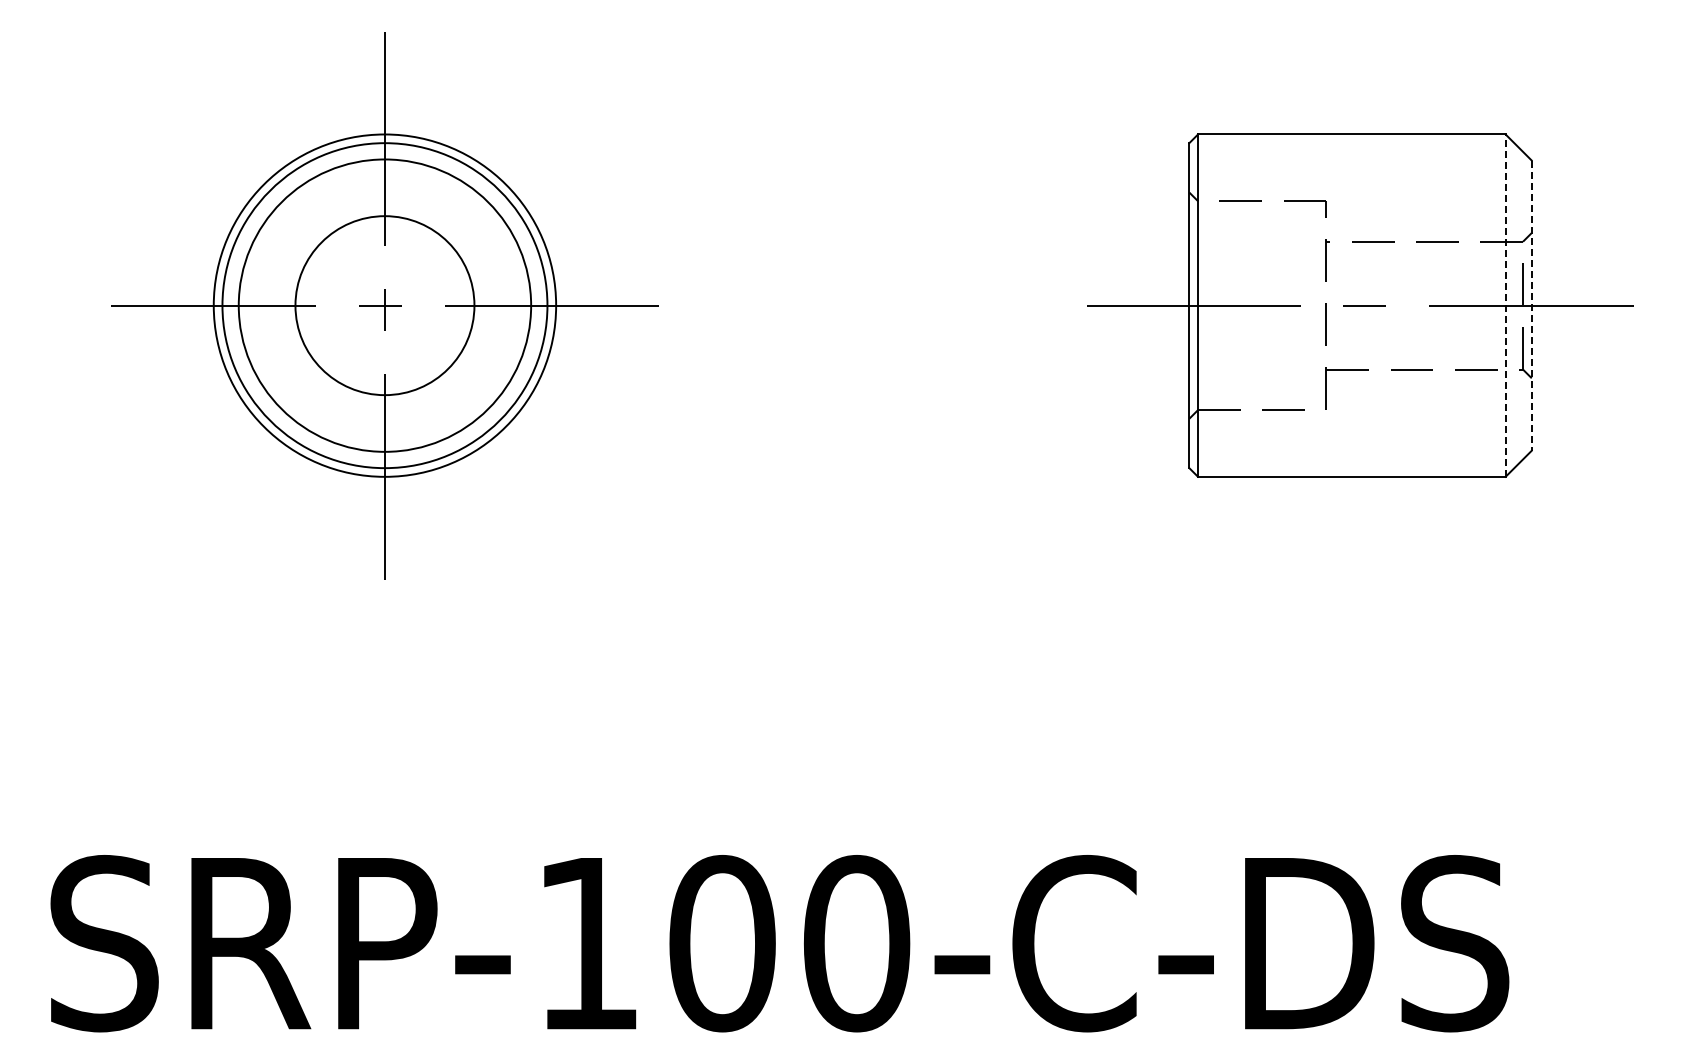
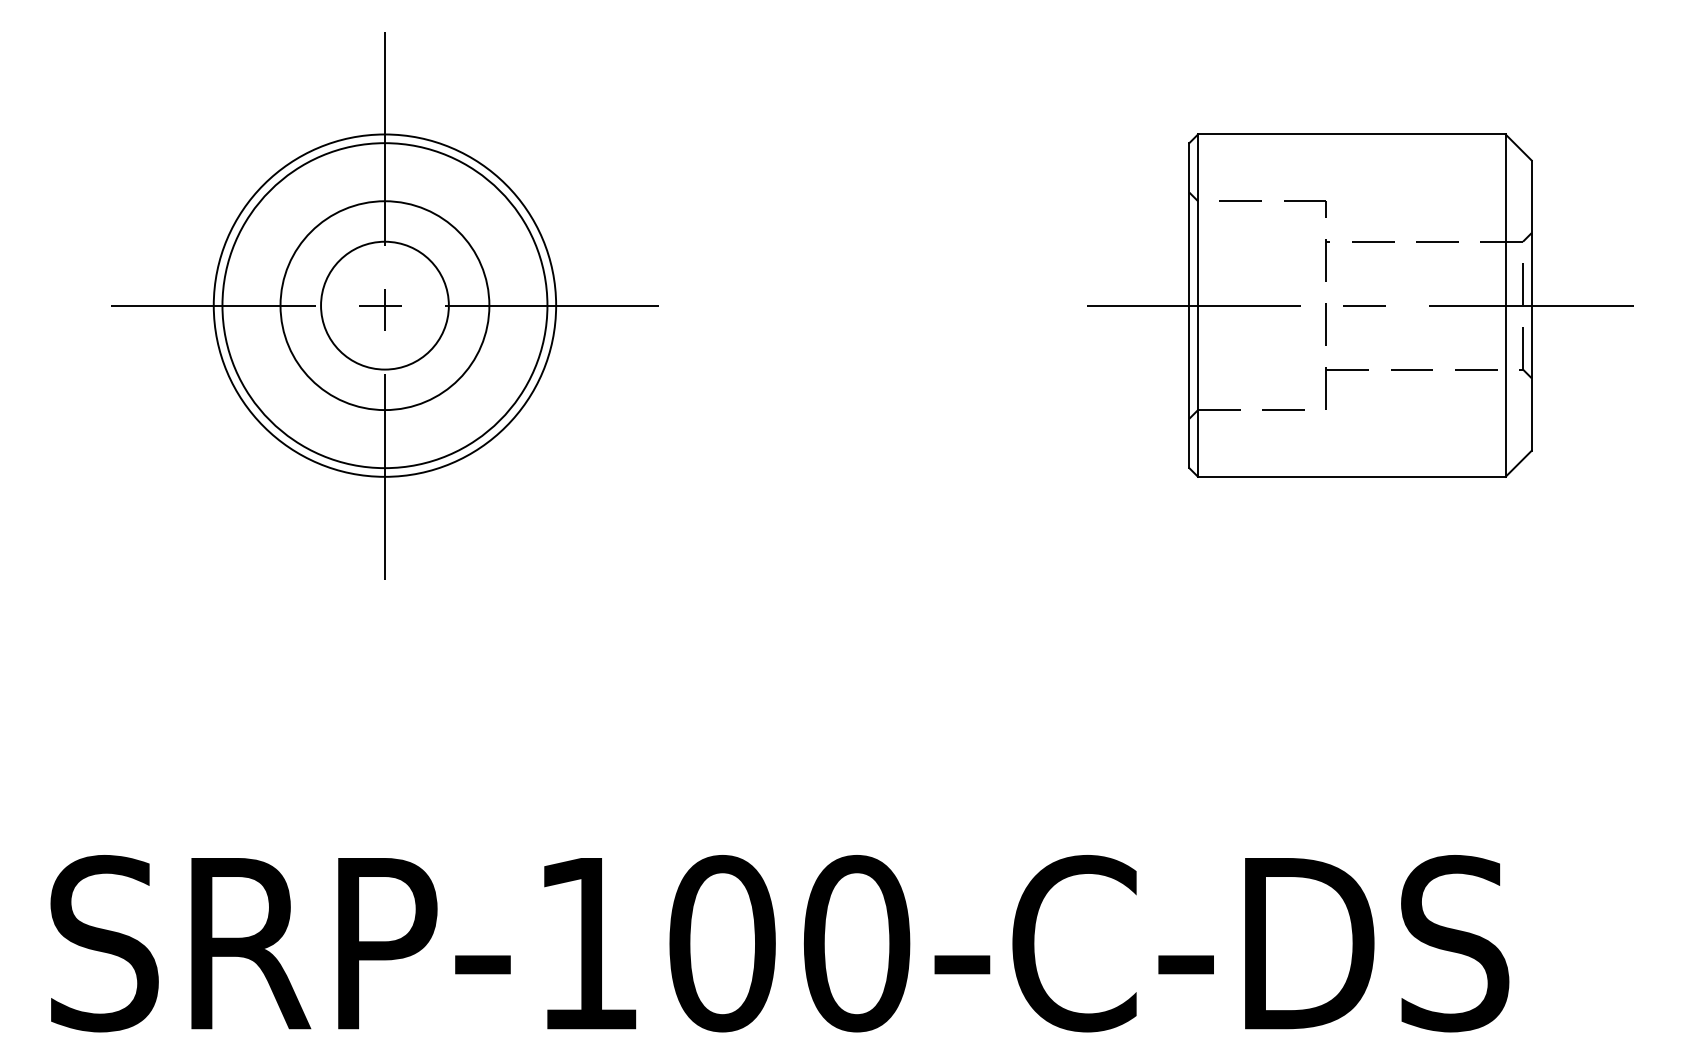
circle at (384, 305) diameter: 179 px -> 128 px
circle at (384, 305) diameter: 292 px -> 209 px
line at (1505, 305): dashed -> solid
line at (1531, 306): dashed -> solid
